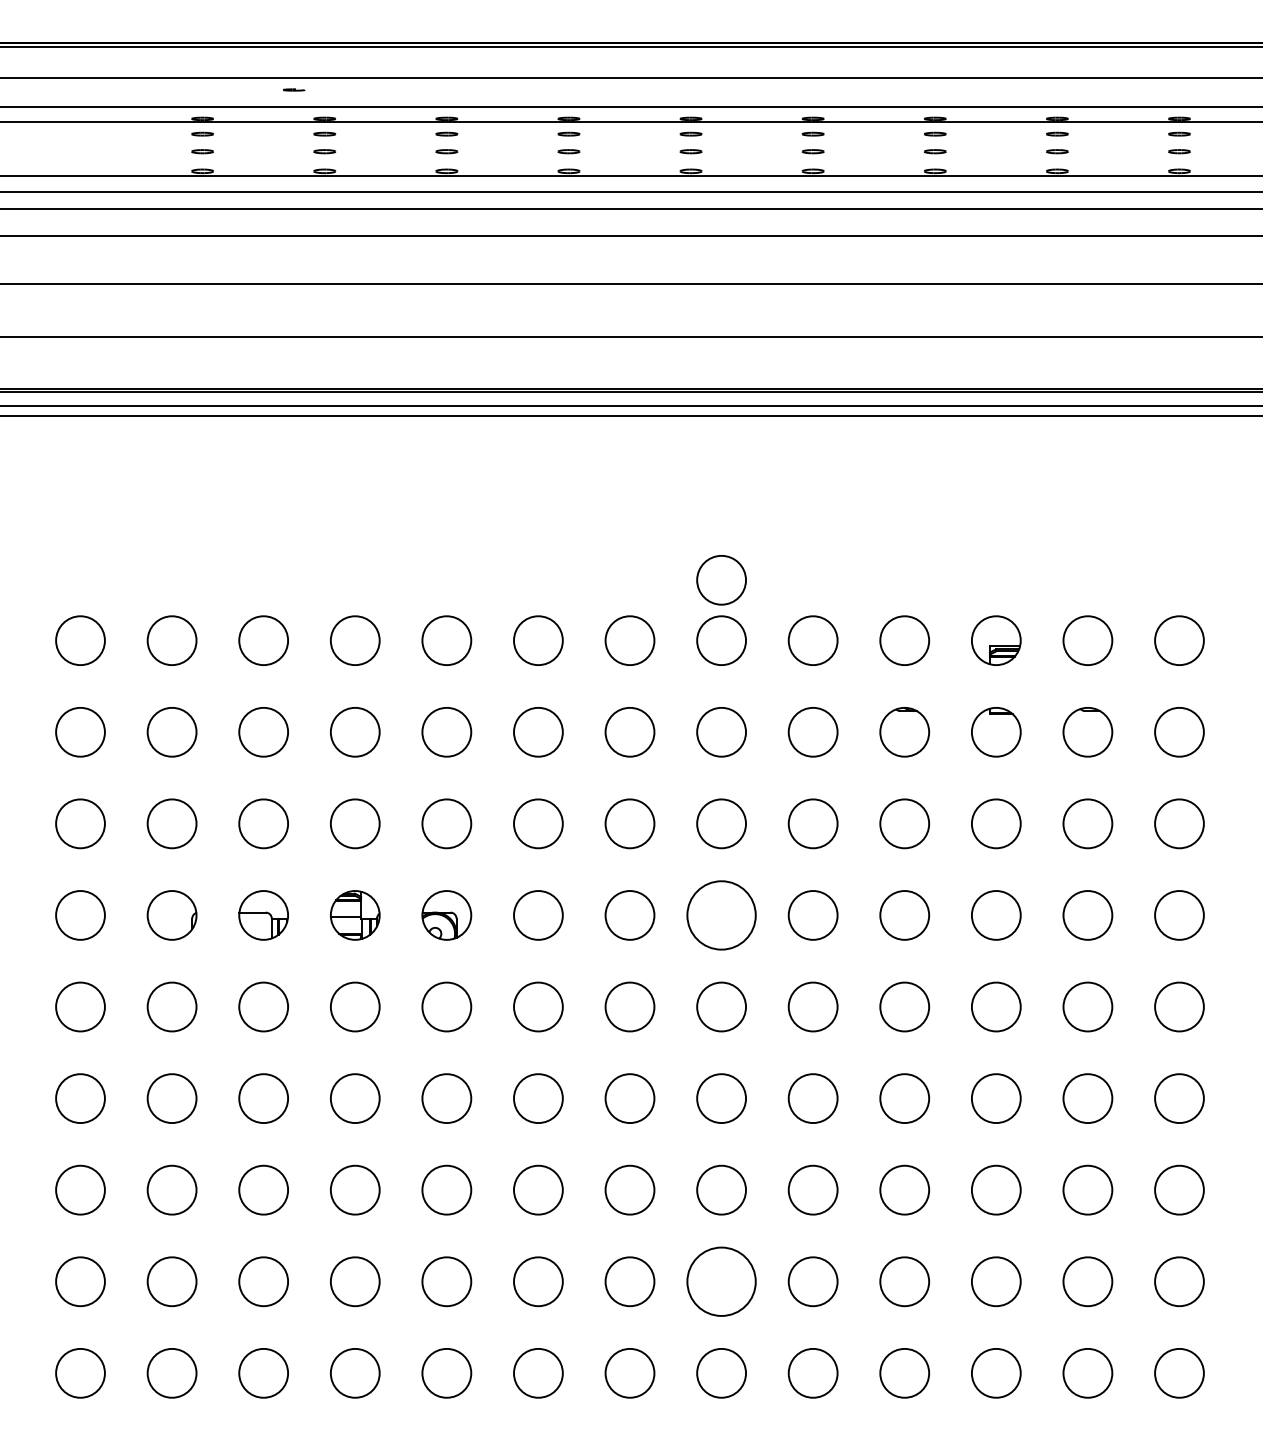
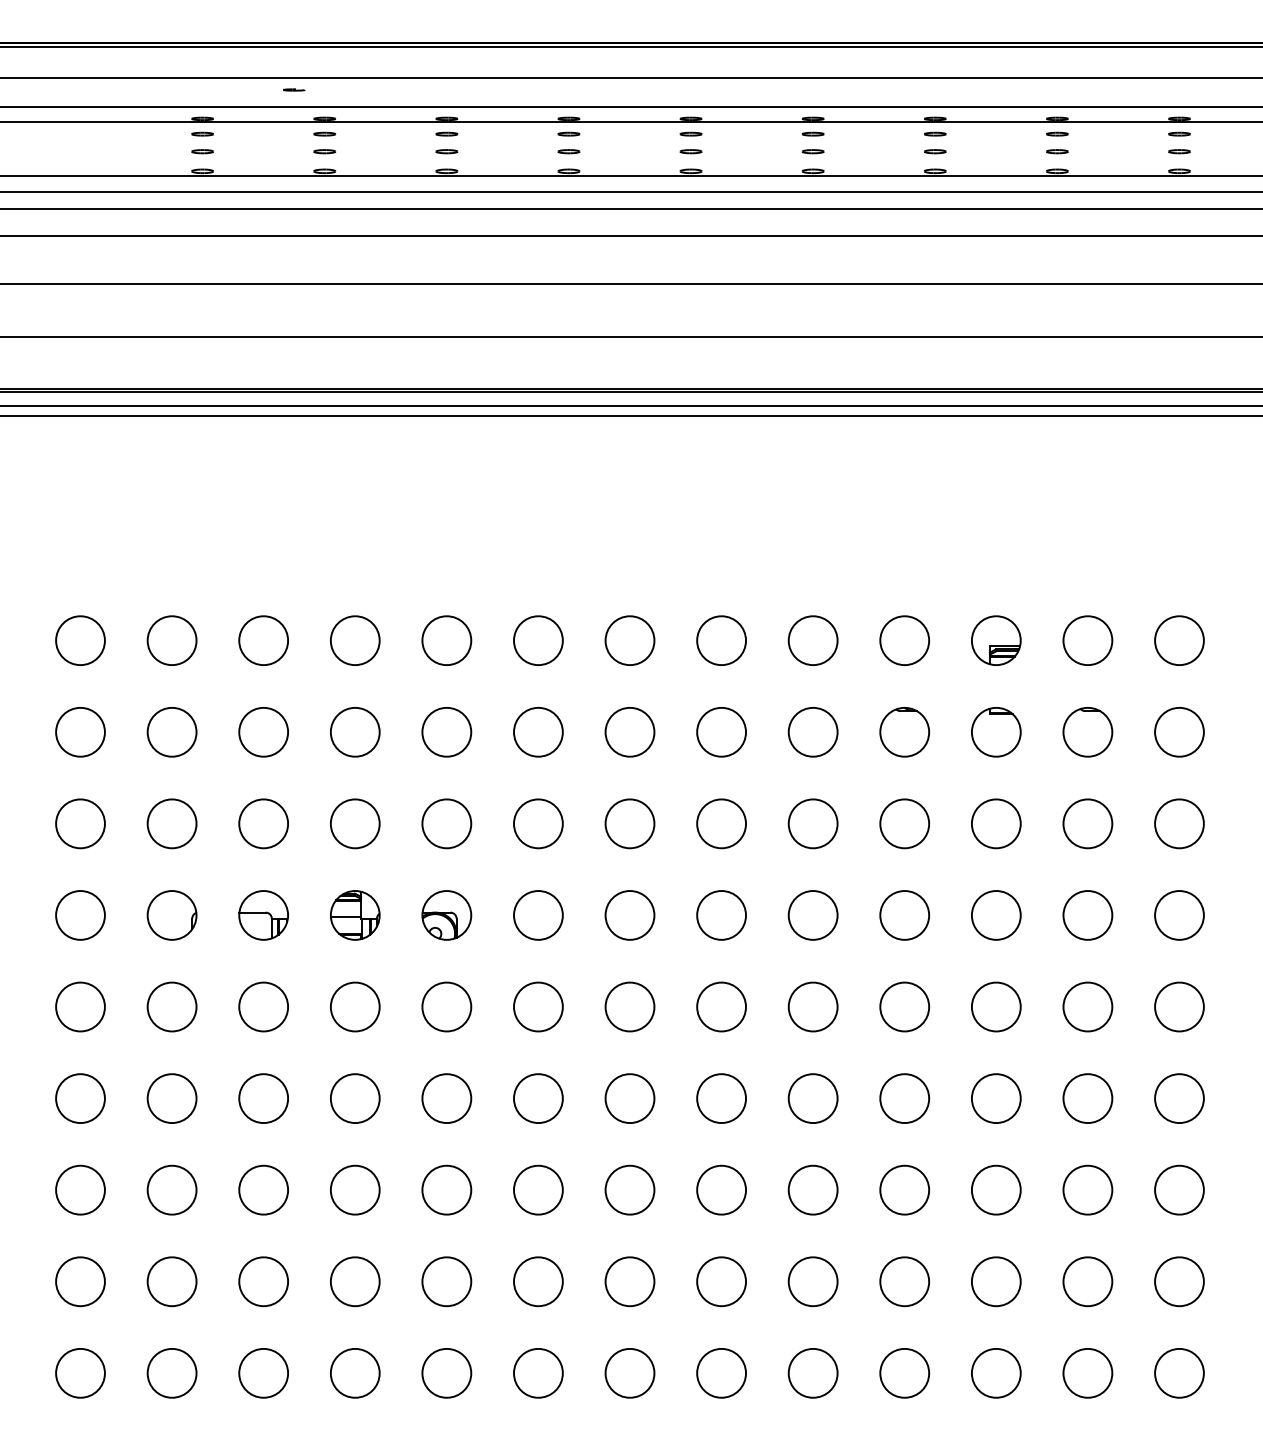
circle at (721, 580): present -> none
circle at (721, 915) diameter: 68 px -> 49 px
circle at (721, 1281) diameter: 68 px -> 49 px
